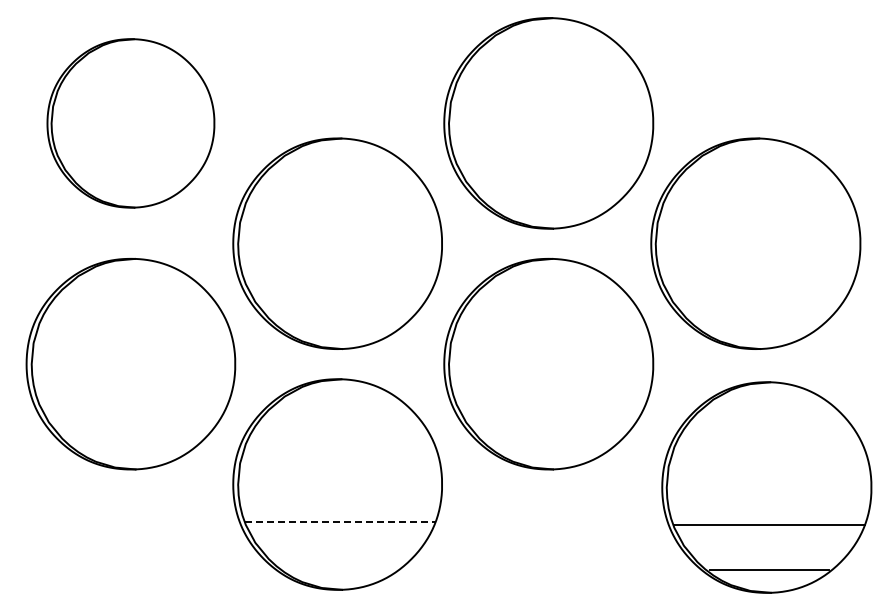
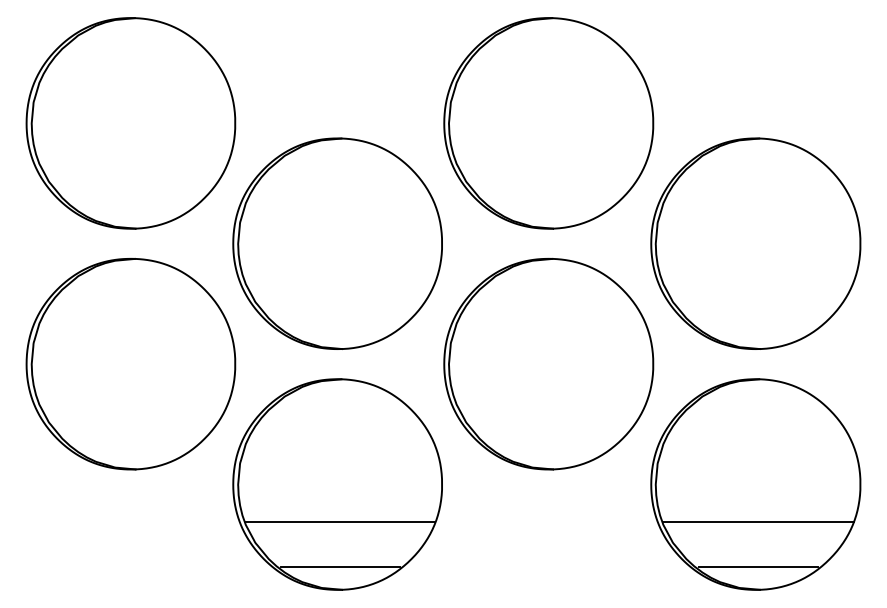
part at (130, 123) size: 170x171 px -> 212x213 px
part at (766, 487) position: (766, 487) -> (755, 484)
line at (340, 522): dashed -> solid
line at (339, 567): none -> present
